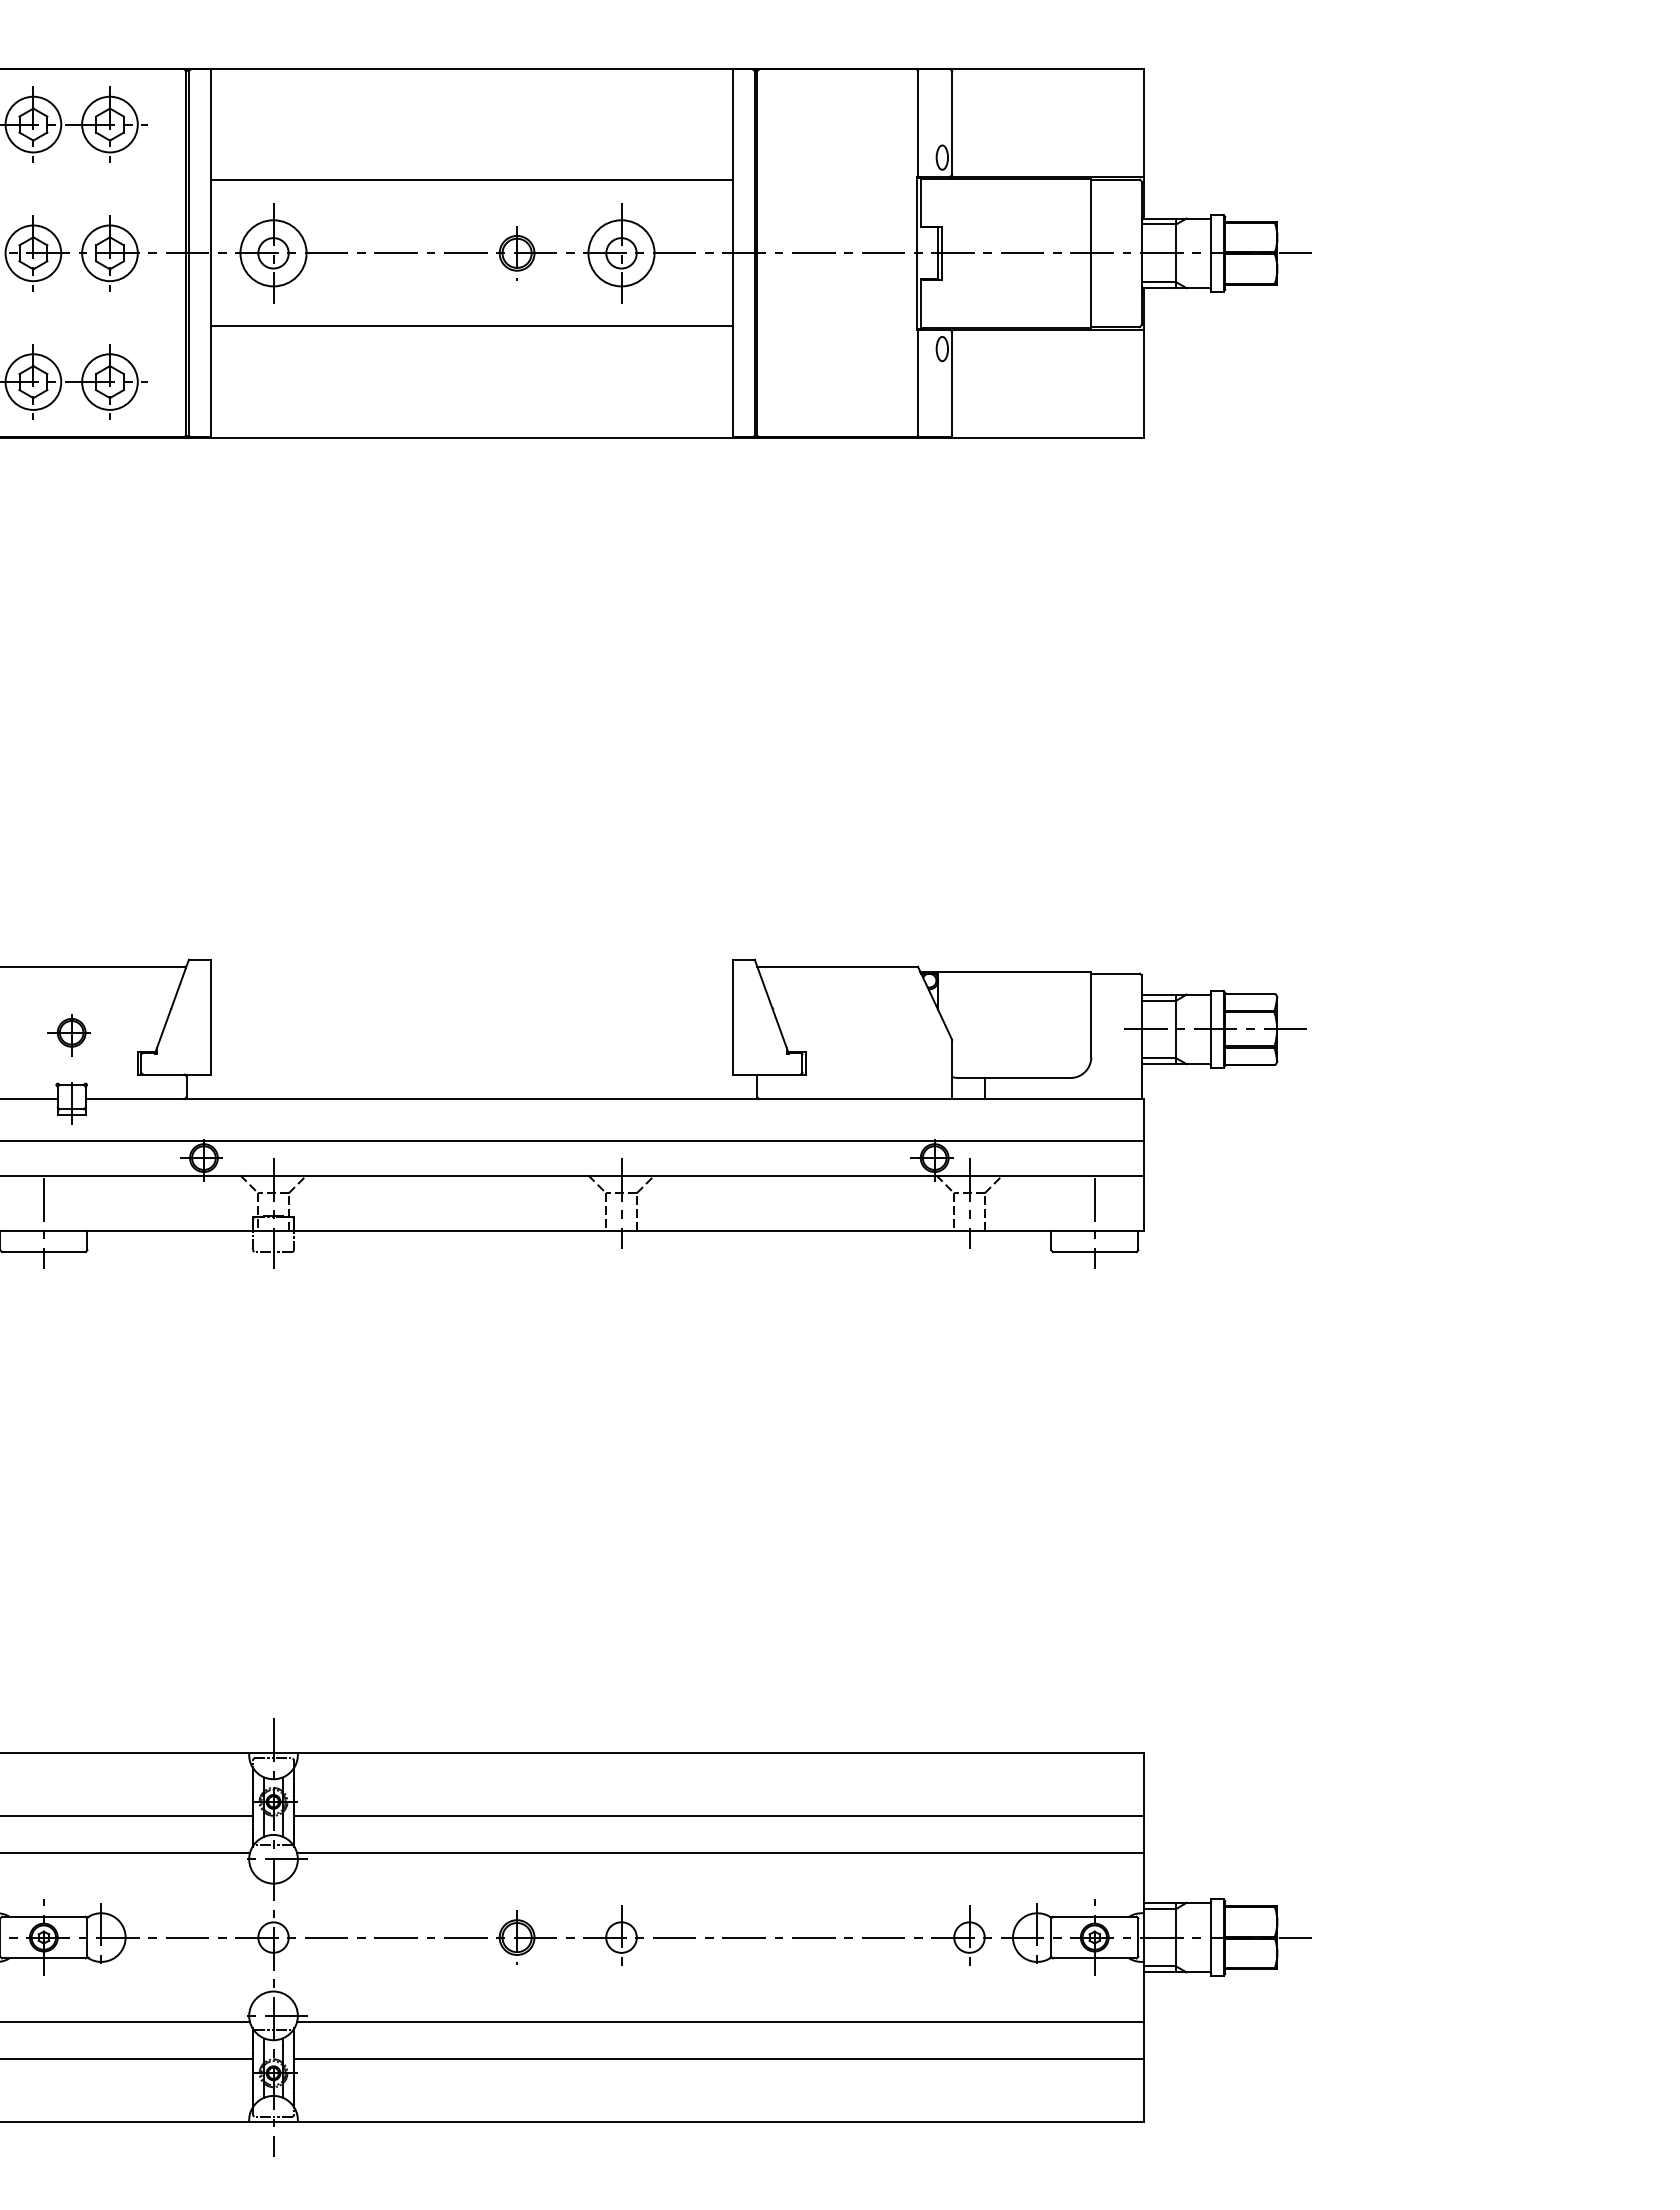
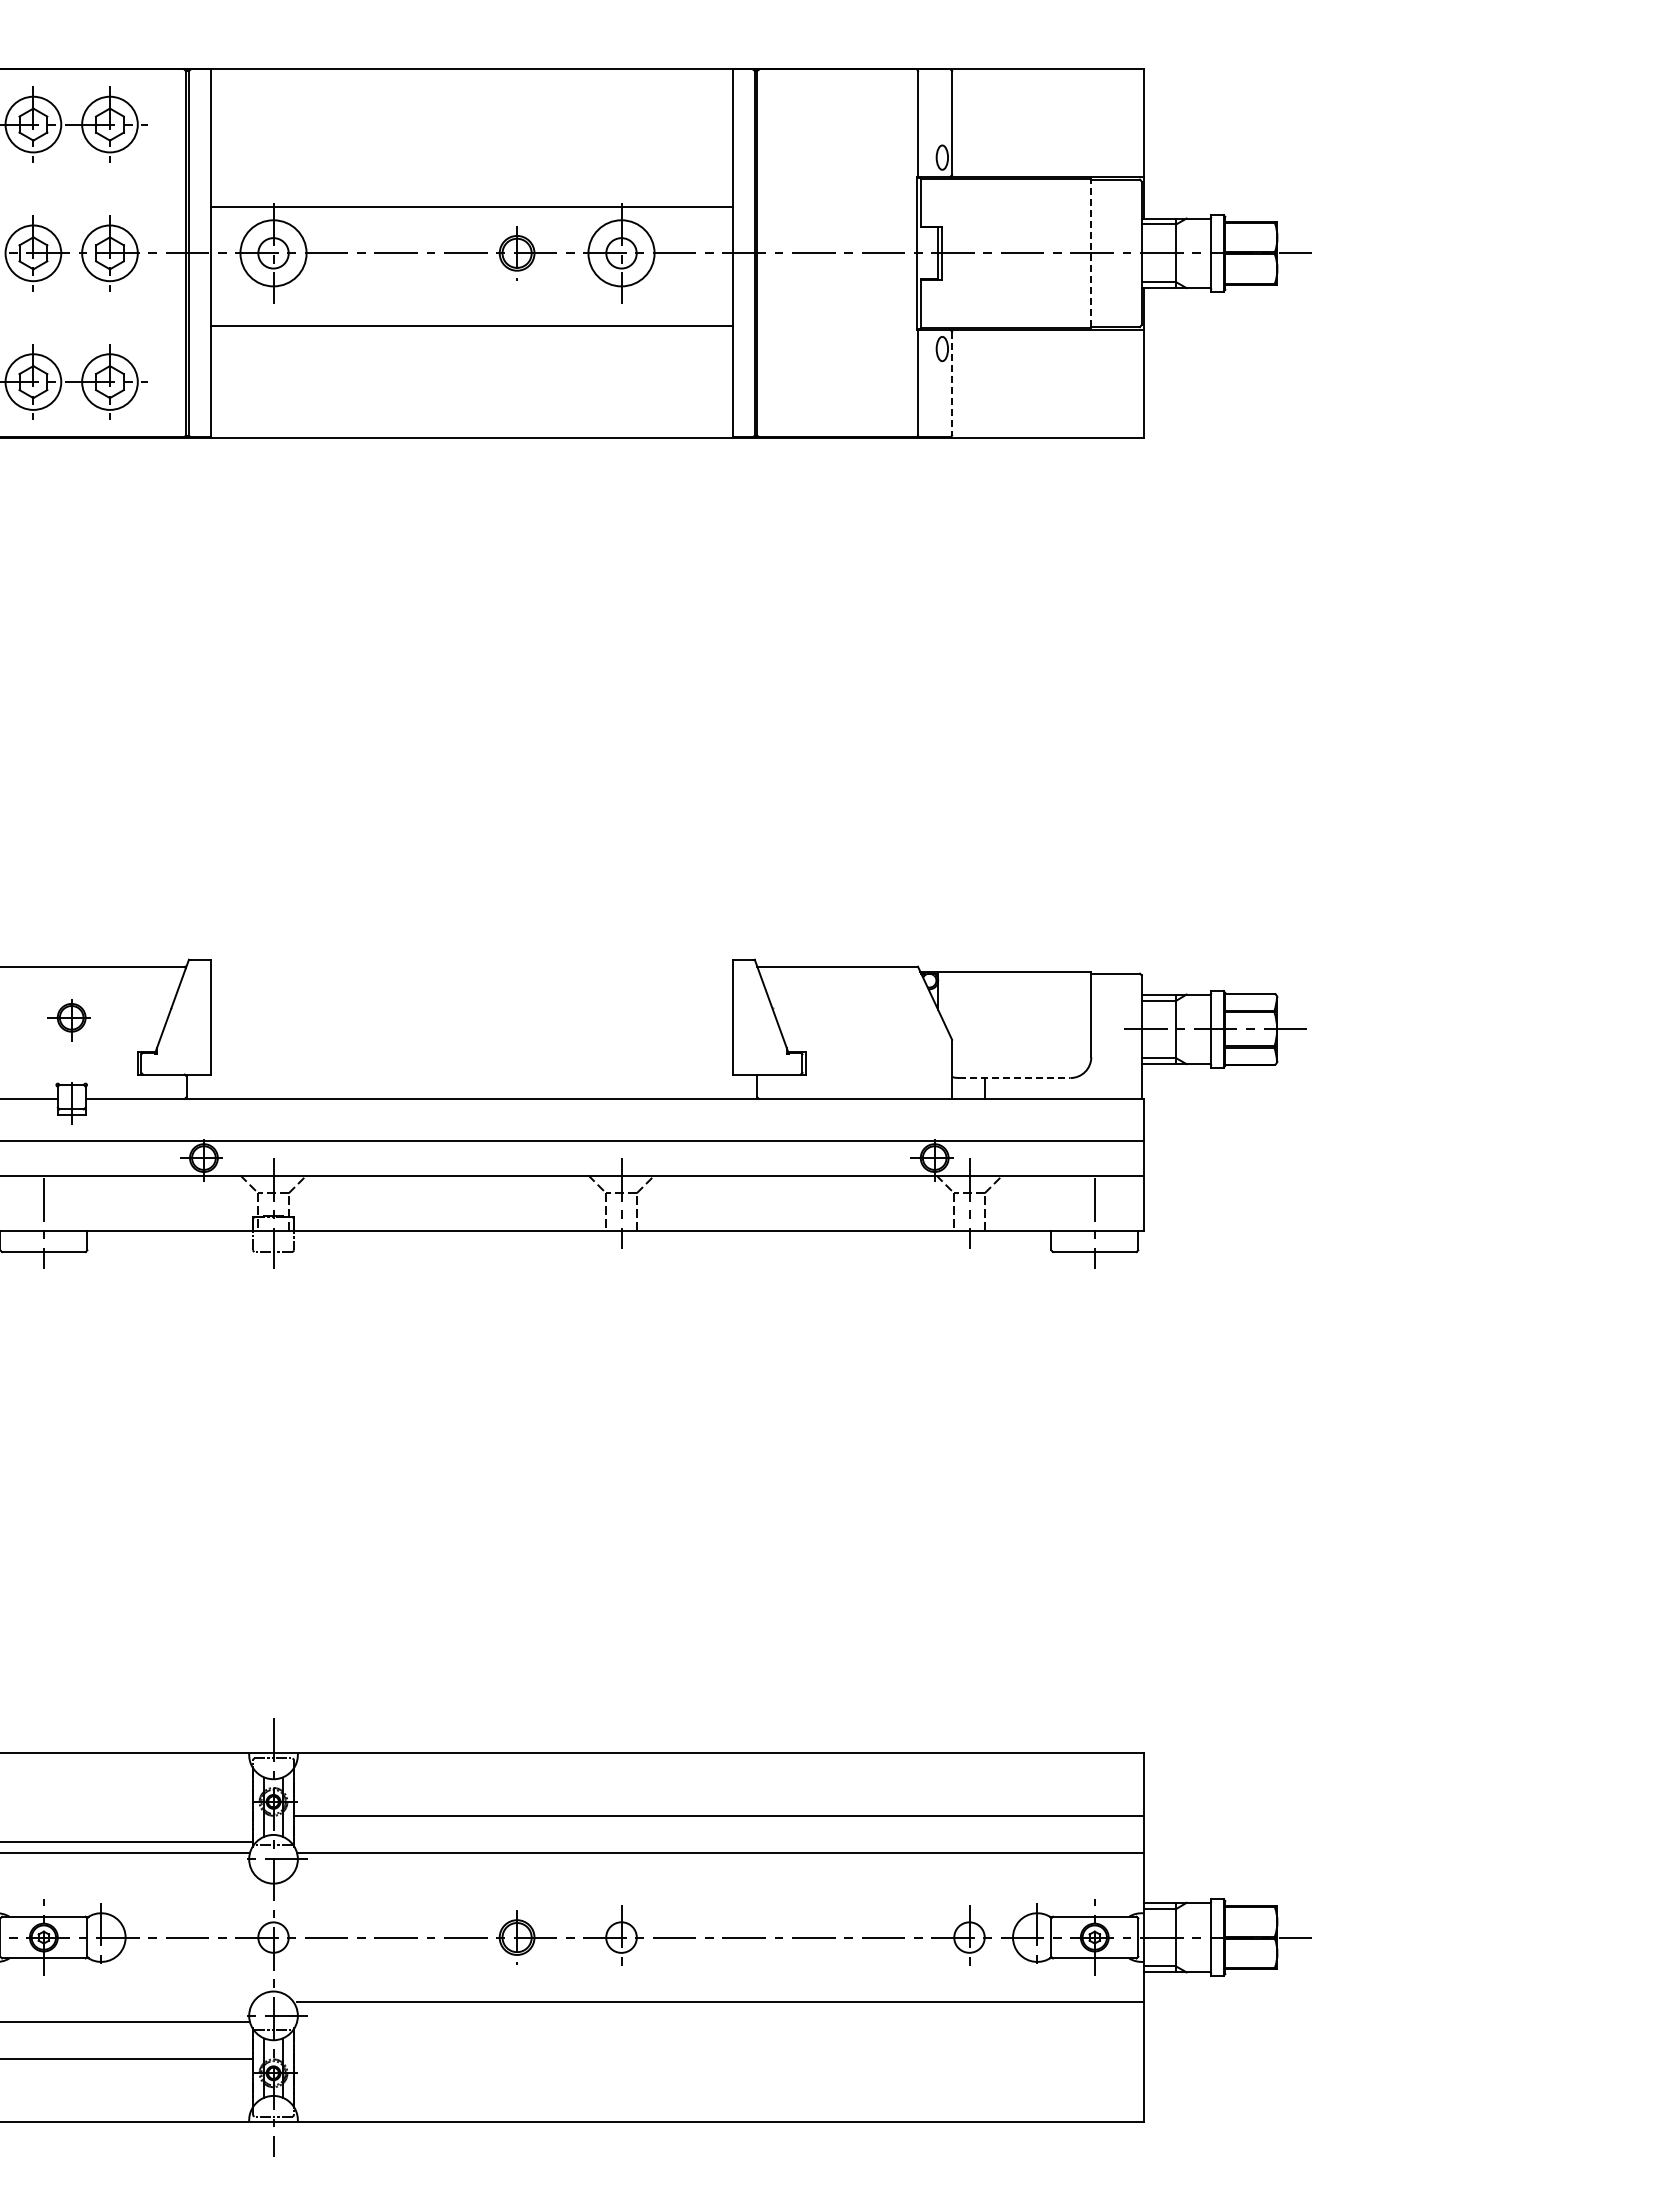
line at (471, 180) position: (471, 180) -> (471, 207)
line at (1091, 253): solid -> dashed
line at (952, 384): solid -> dashed
part at (68, 1035) position: (68, 1035) -> (68, 1020)
line at (1014, 1078): solid -> dashed
line at (127, 1816) position: (127, 1816) -> (127, 1842)
line at (720, 2021) position: (720, 2021) -> (720, 2001)
line at (718, 2058): present -> none
